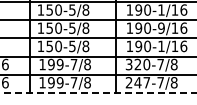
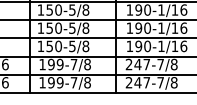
text at (161, 27): 190-9/16 -> 190-1/16
text at (137, 64): 320-7/8 -> 247-7/8
line at (98, 92): dashed -> solid
